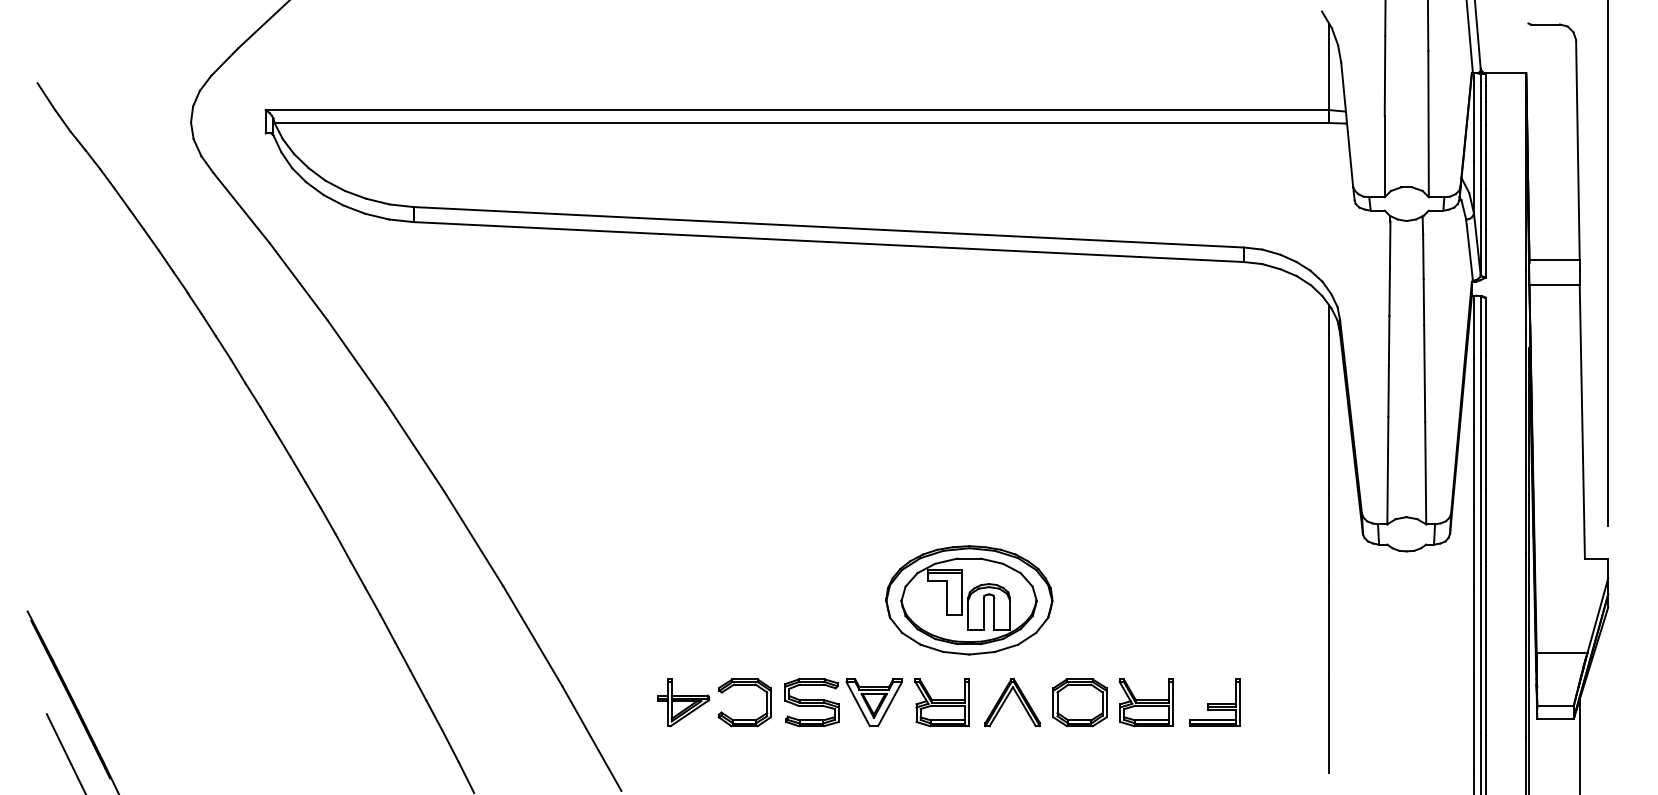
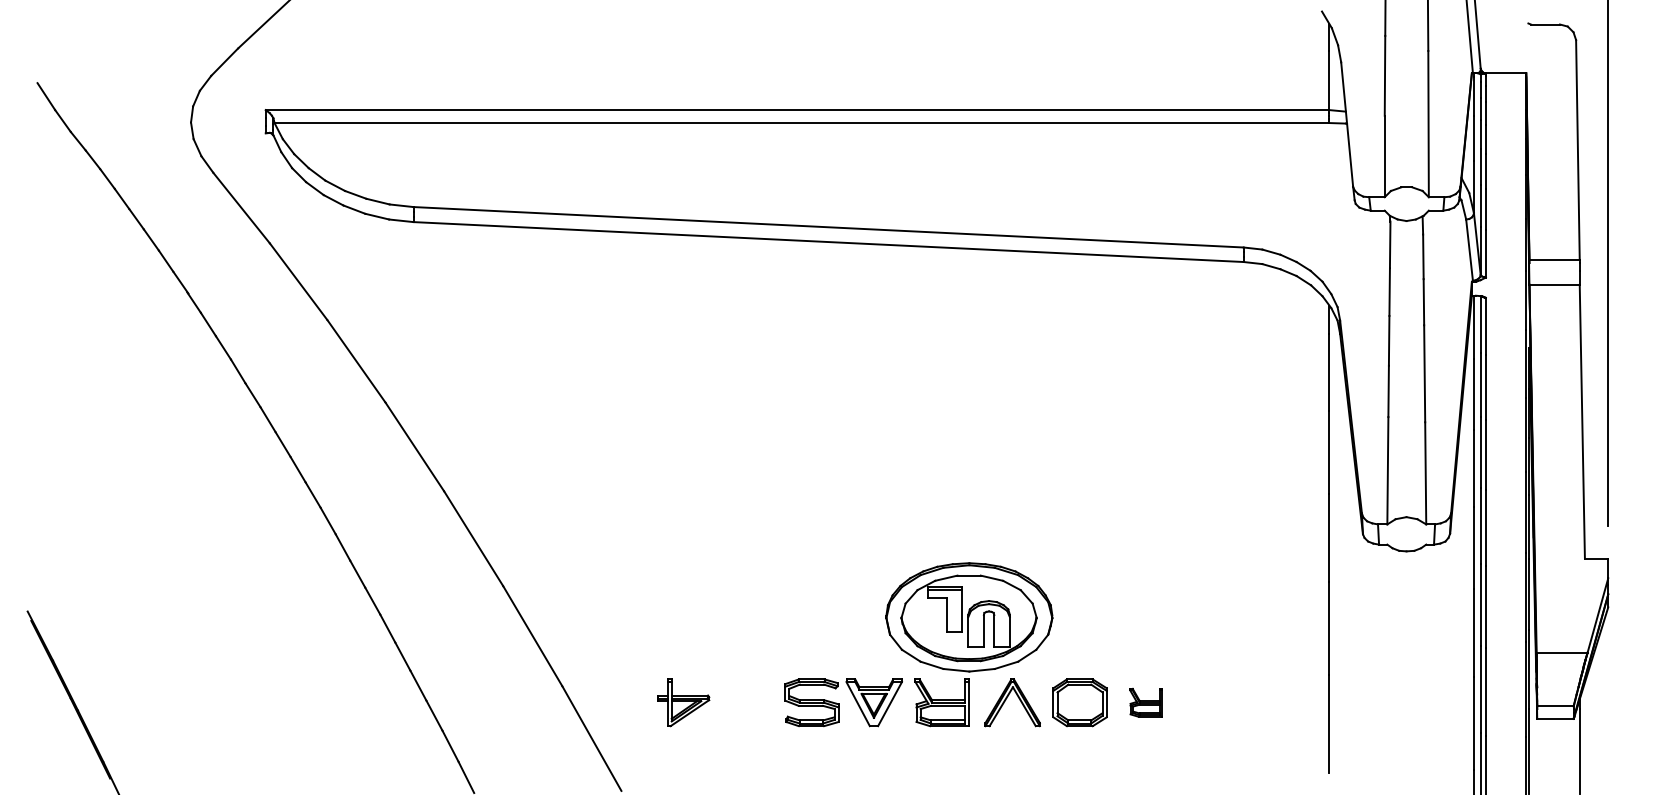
part at (969, 600) position: (969, 600) -> (969, 617)
part at (744, 685): present -> none
part at (1145, 702) size: 56x50 px -> 34x30 px
part at (1214, 702): present -> none
line at (65, 752): present -> none
